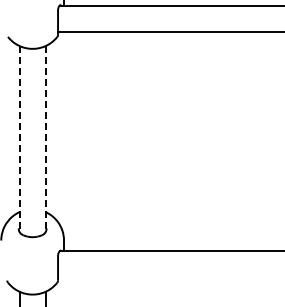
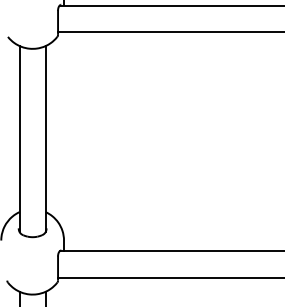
line at (19, 139): dashed -> solid
line at (45, 139): dashed -> solid
line at (169, 277): none -> present
